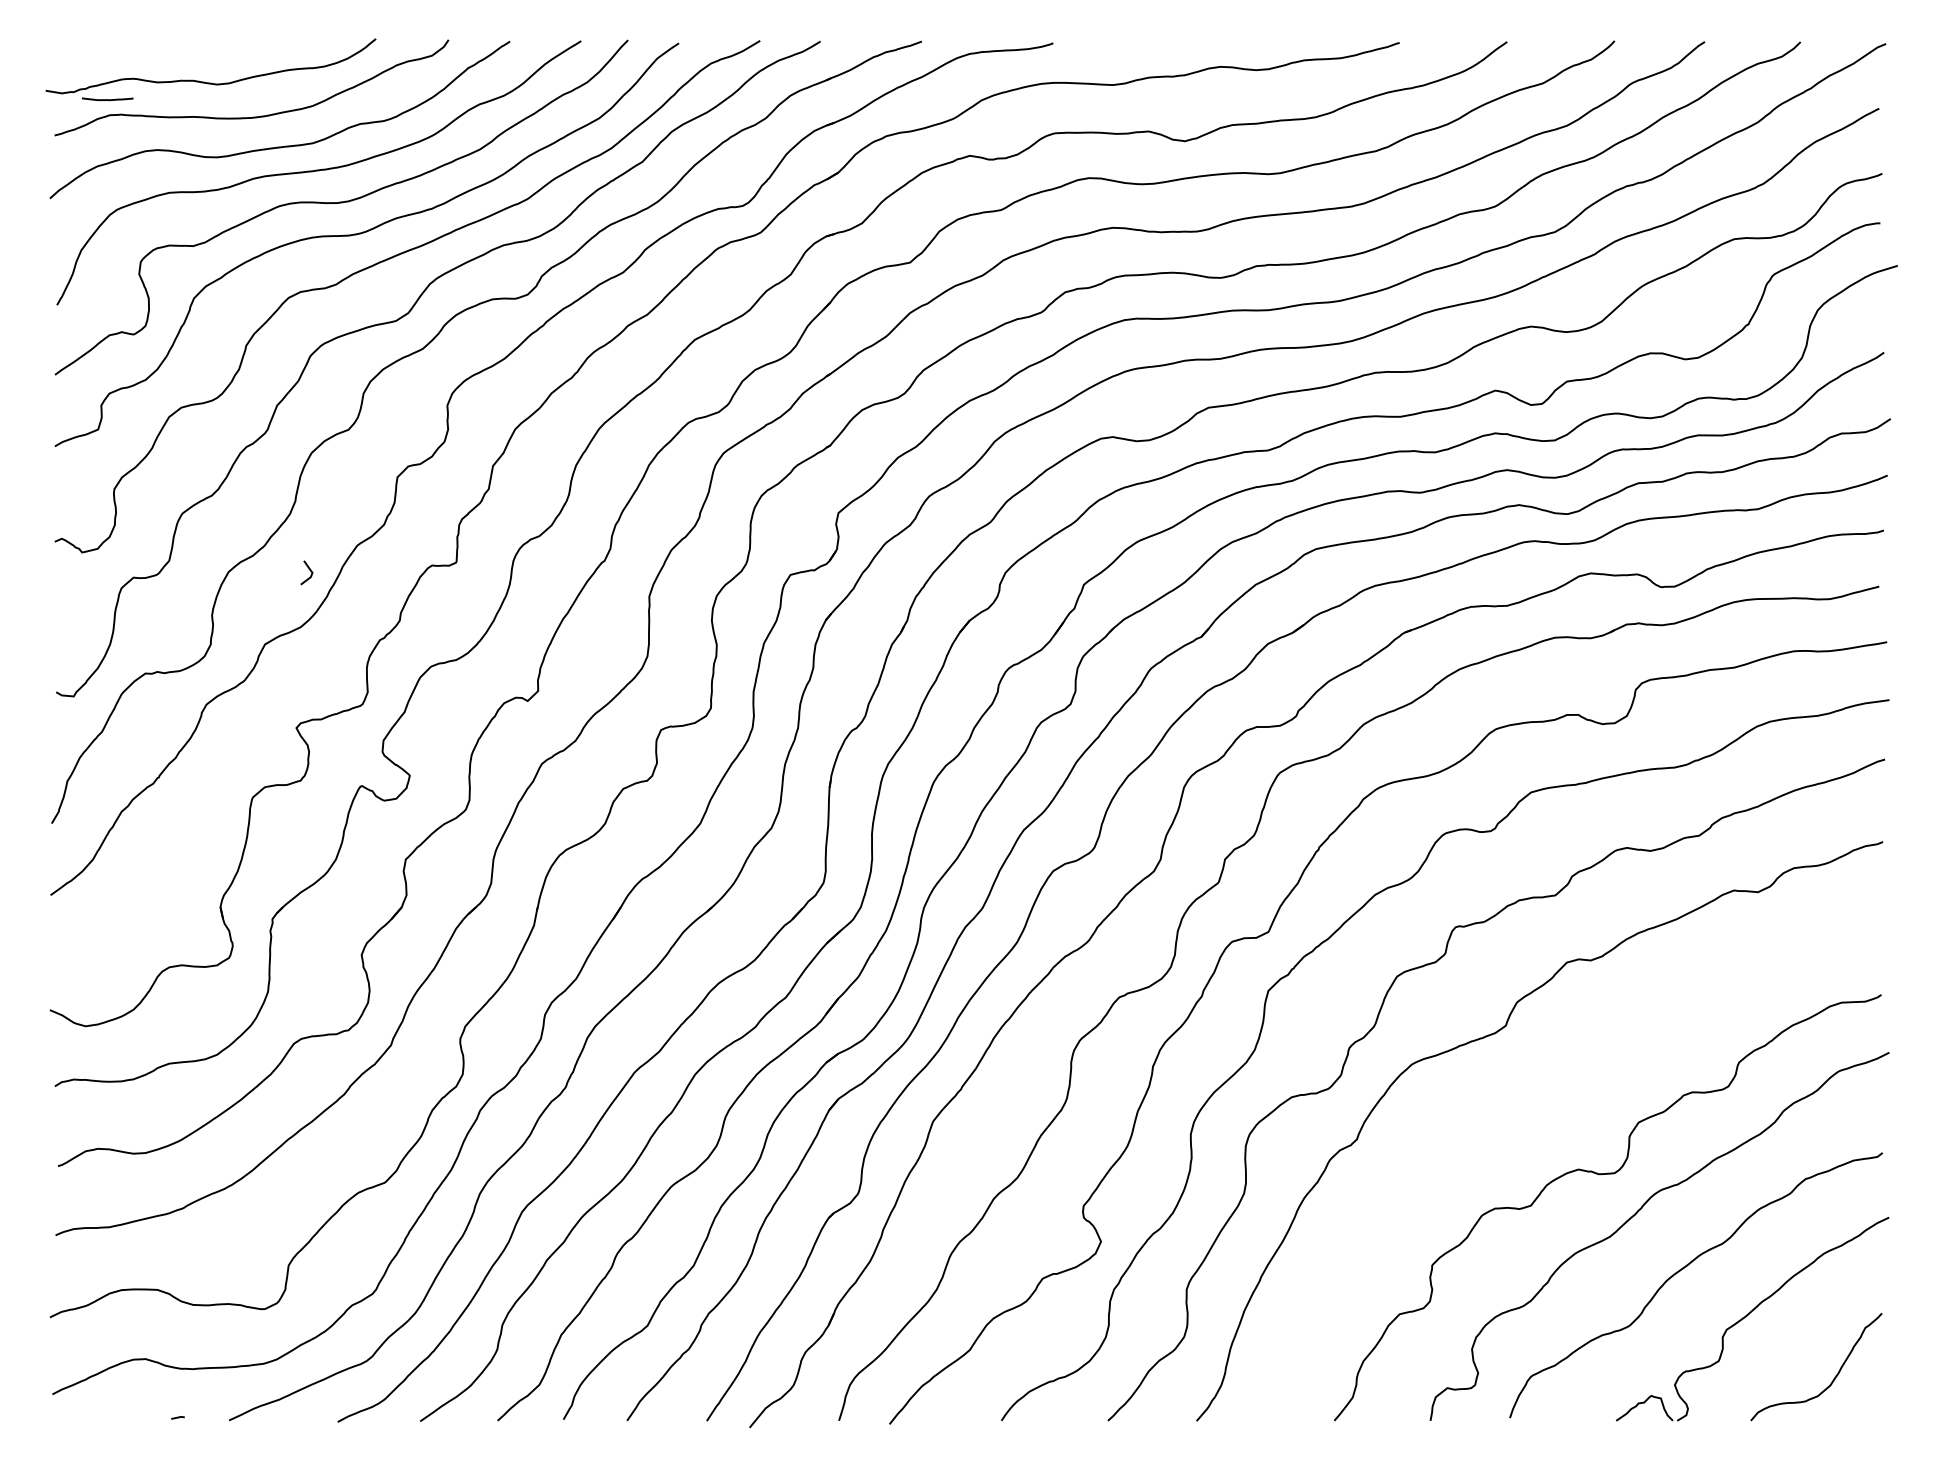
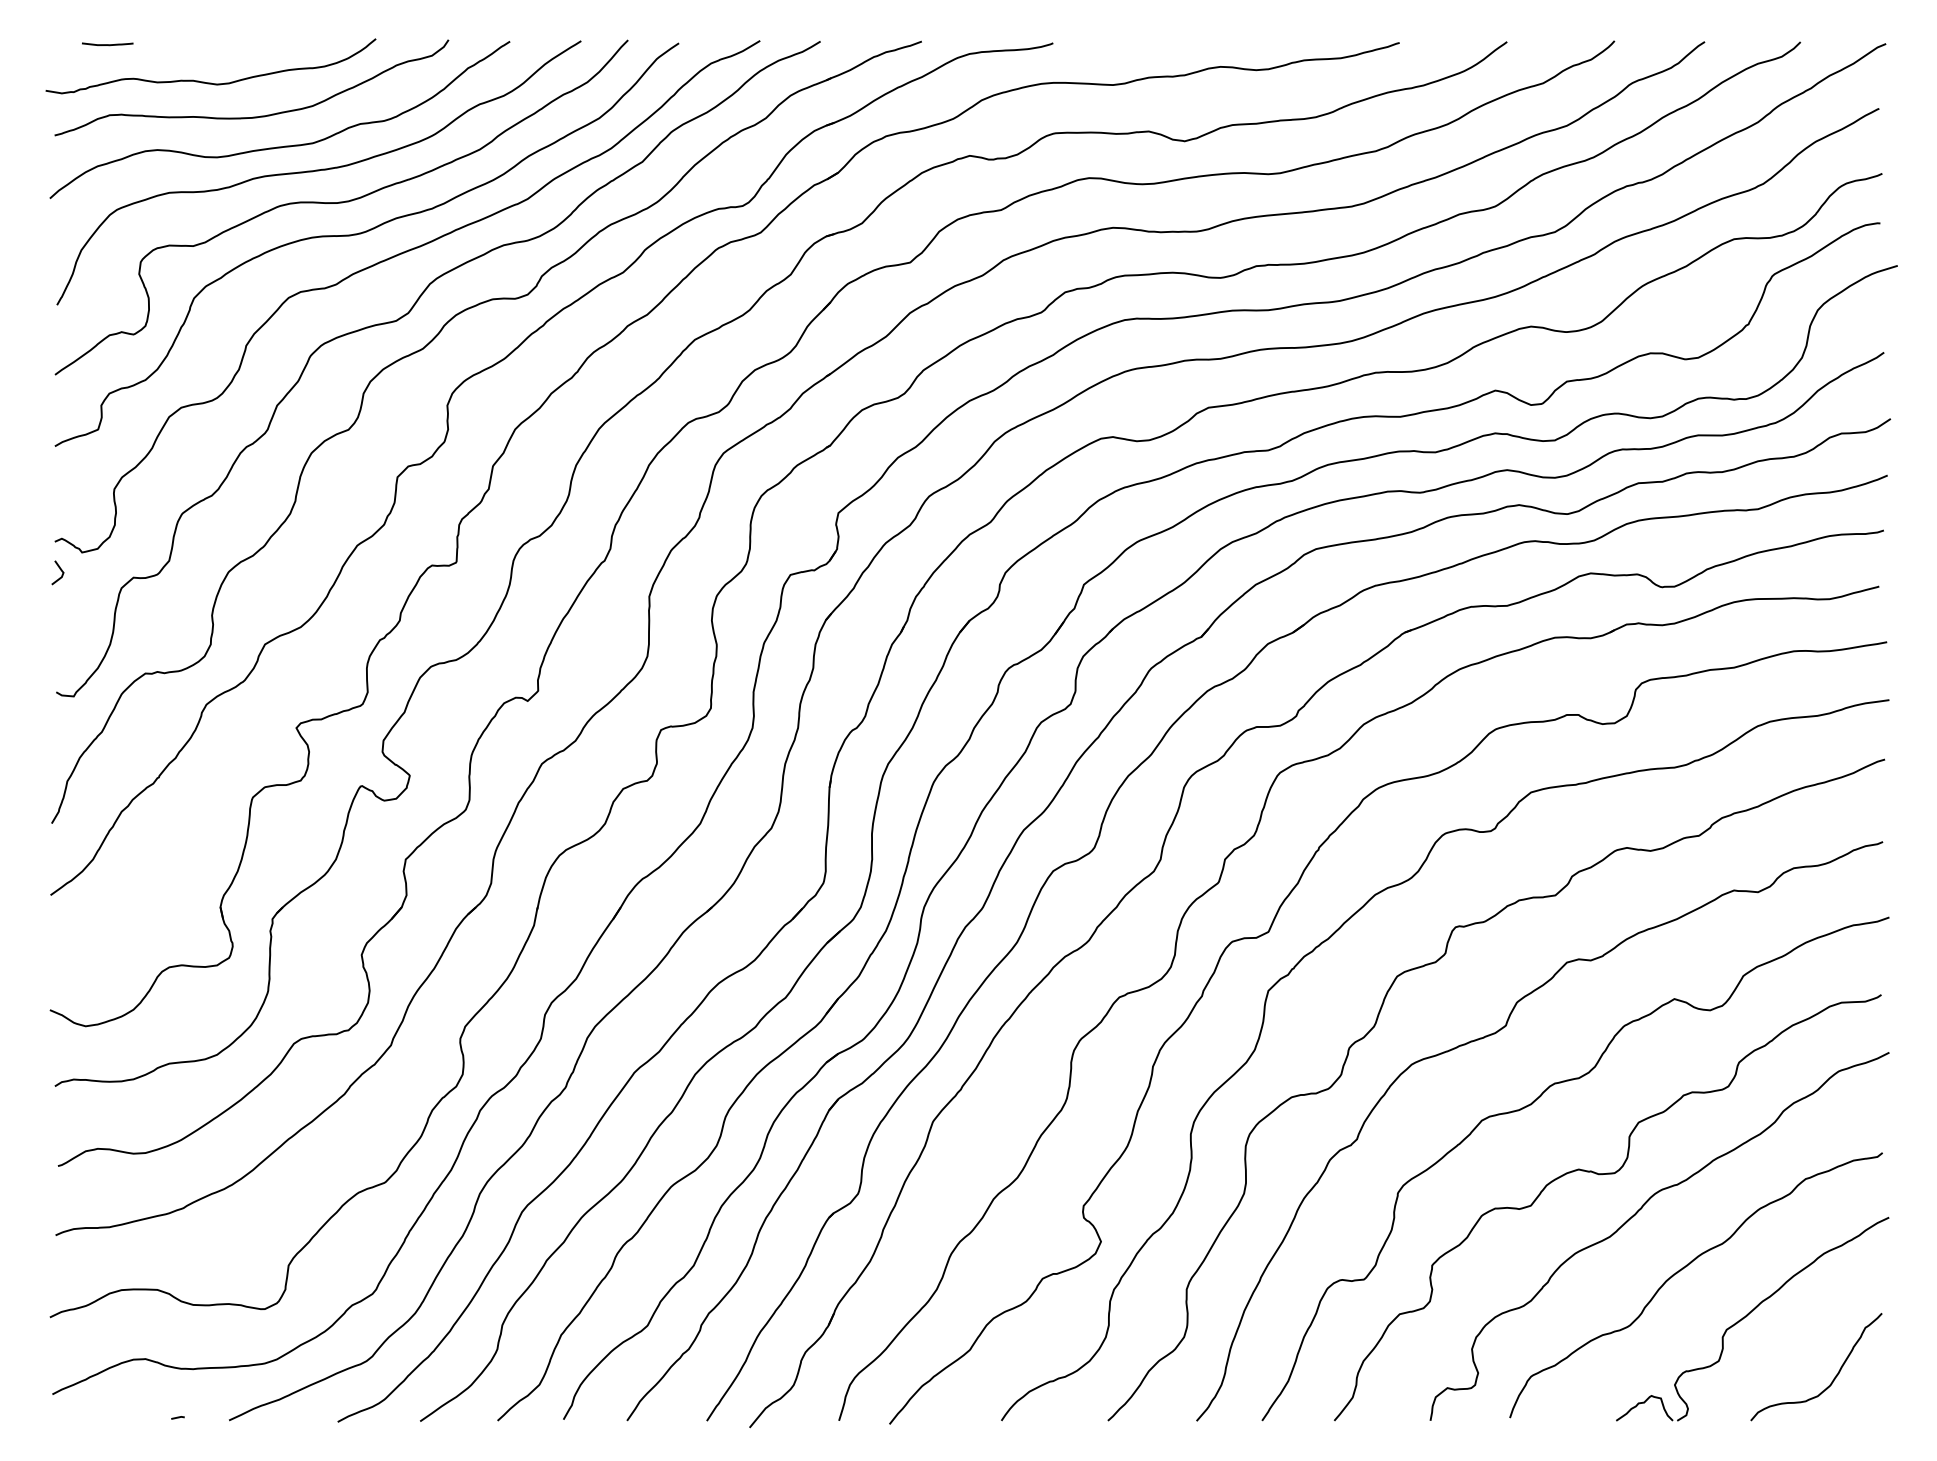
curve at (107, 99) position: (107, 99) -> (107, 44)
line at (308, 569) position: (308, 569) -> (59, 569)
curve at (1531, 1105): none -> present
